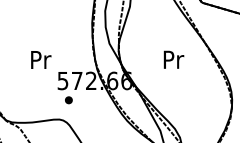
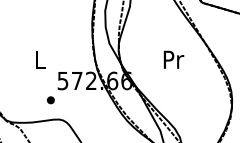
text at (41, 59): Pr -> L
part at (68, 100) position: (68, 100) -> (50, 100)
